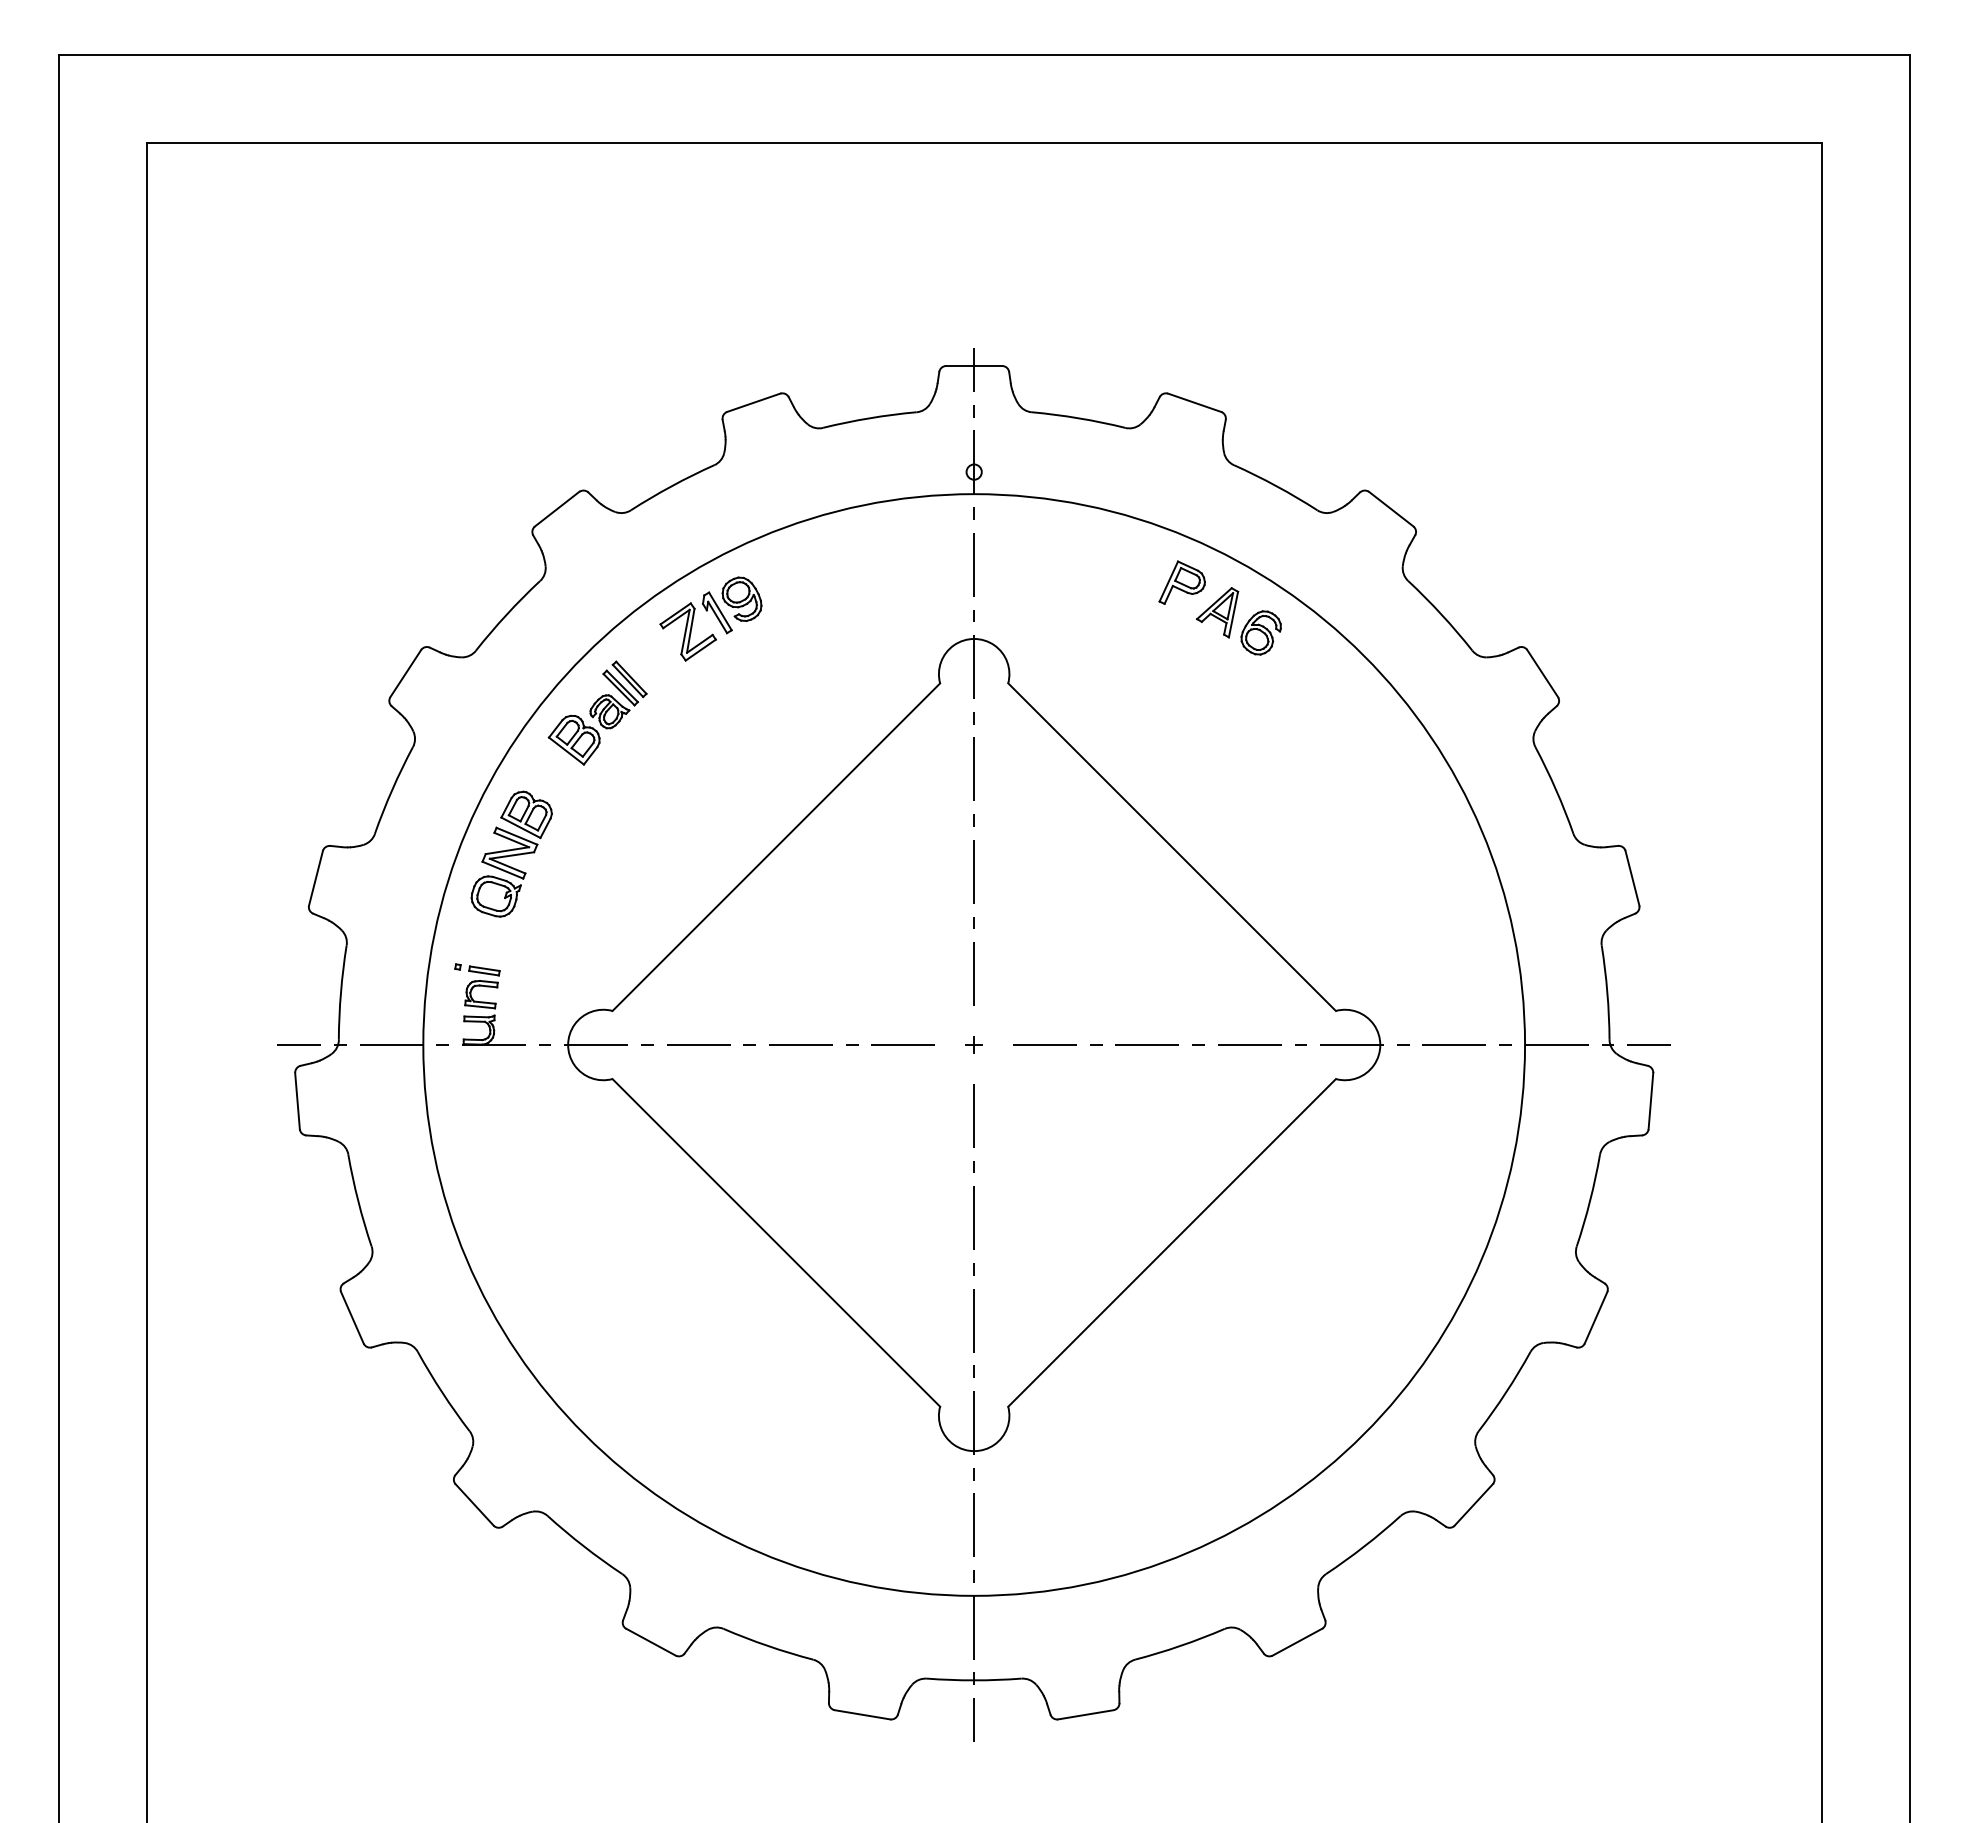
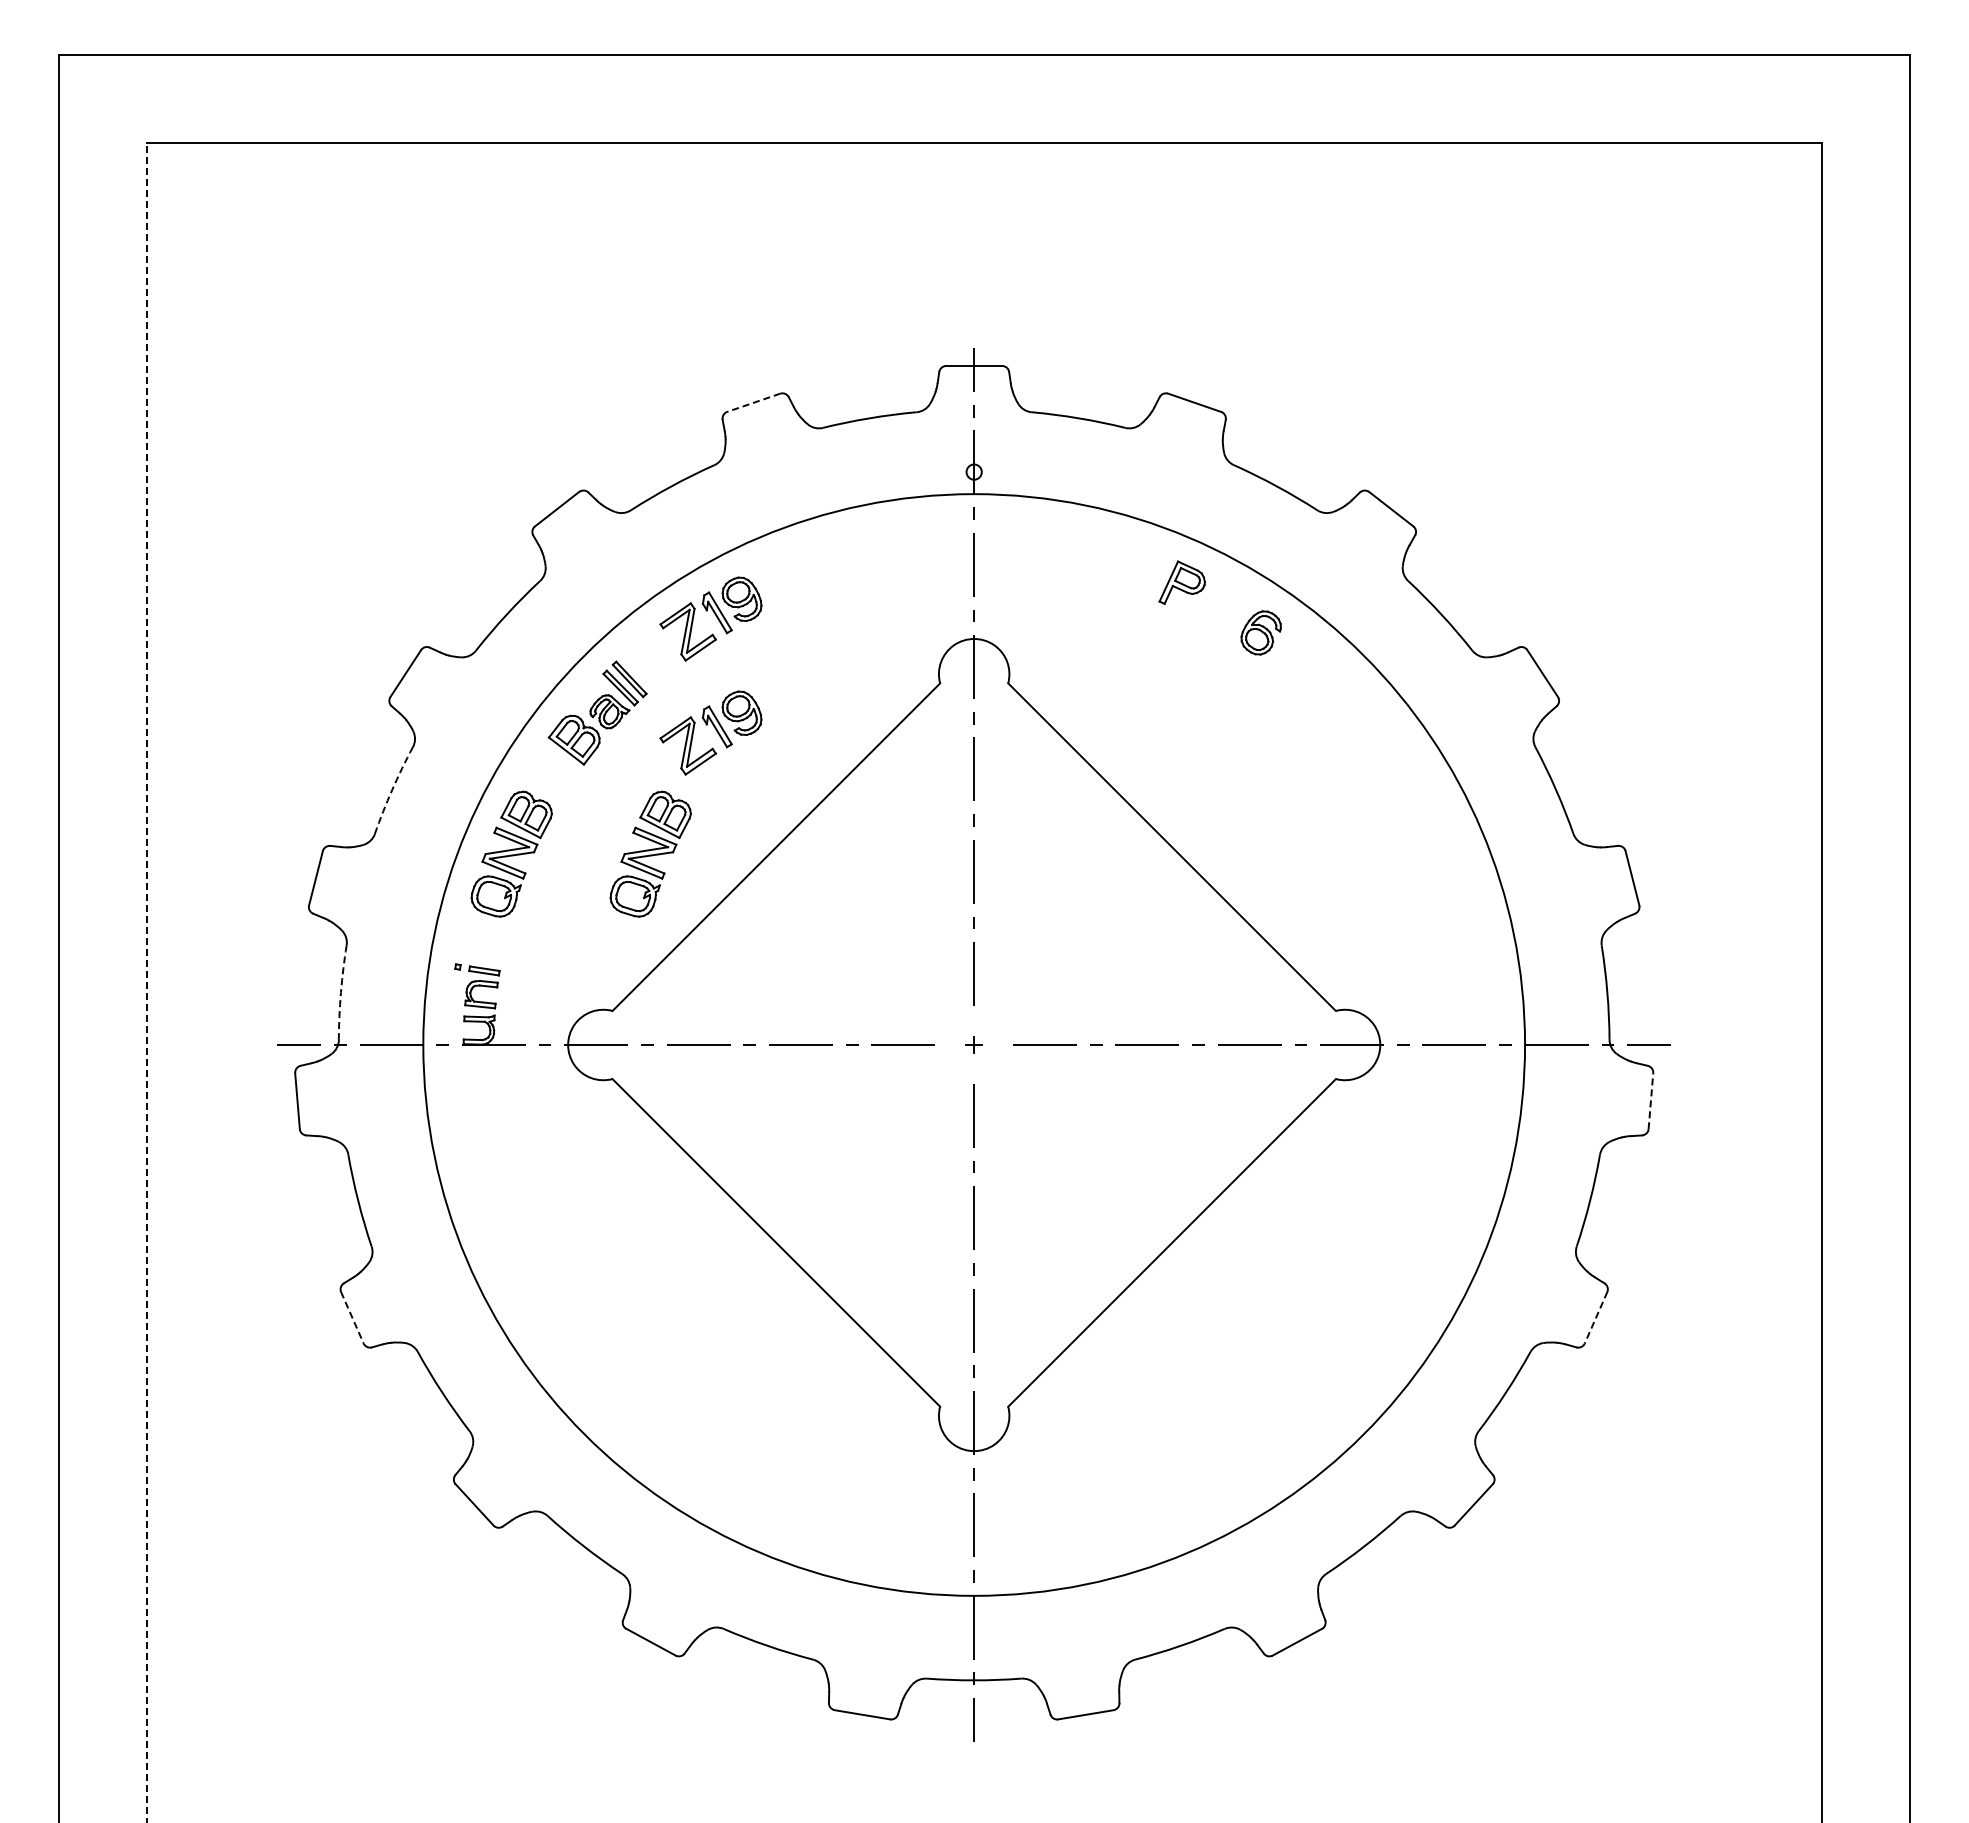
line at (753, 402): solid -> dashed
part at (1217, 612): present -> none
part at (710, 732): none -> present
arc at (392, 789): solid -> dashed
part at (650, 853): none -> present
line at (147, 982): solid -> dashed
arc at (340, 992): solid -> dashed
line at (1650, 1100): solid -> dashed
line at (352, 1318): solid -> dashed
line at (1595, 1318): solid -> dashed
